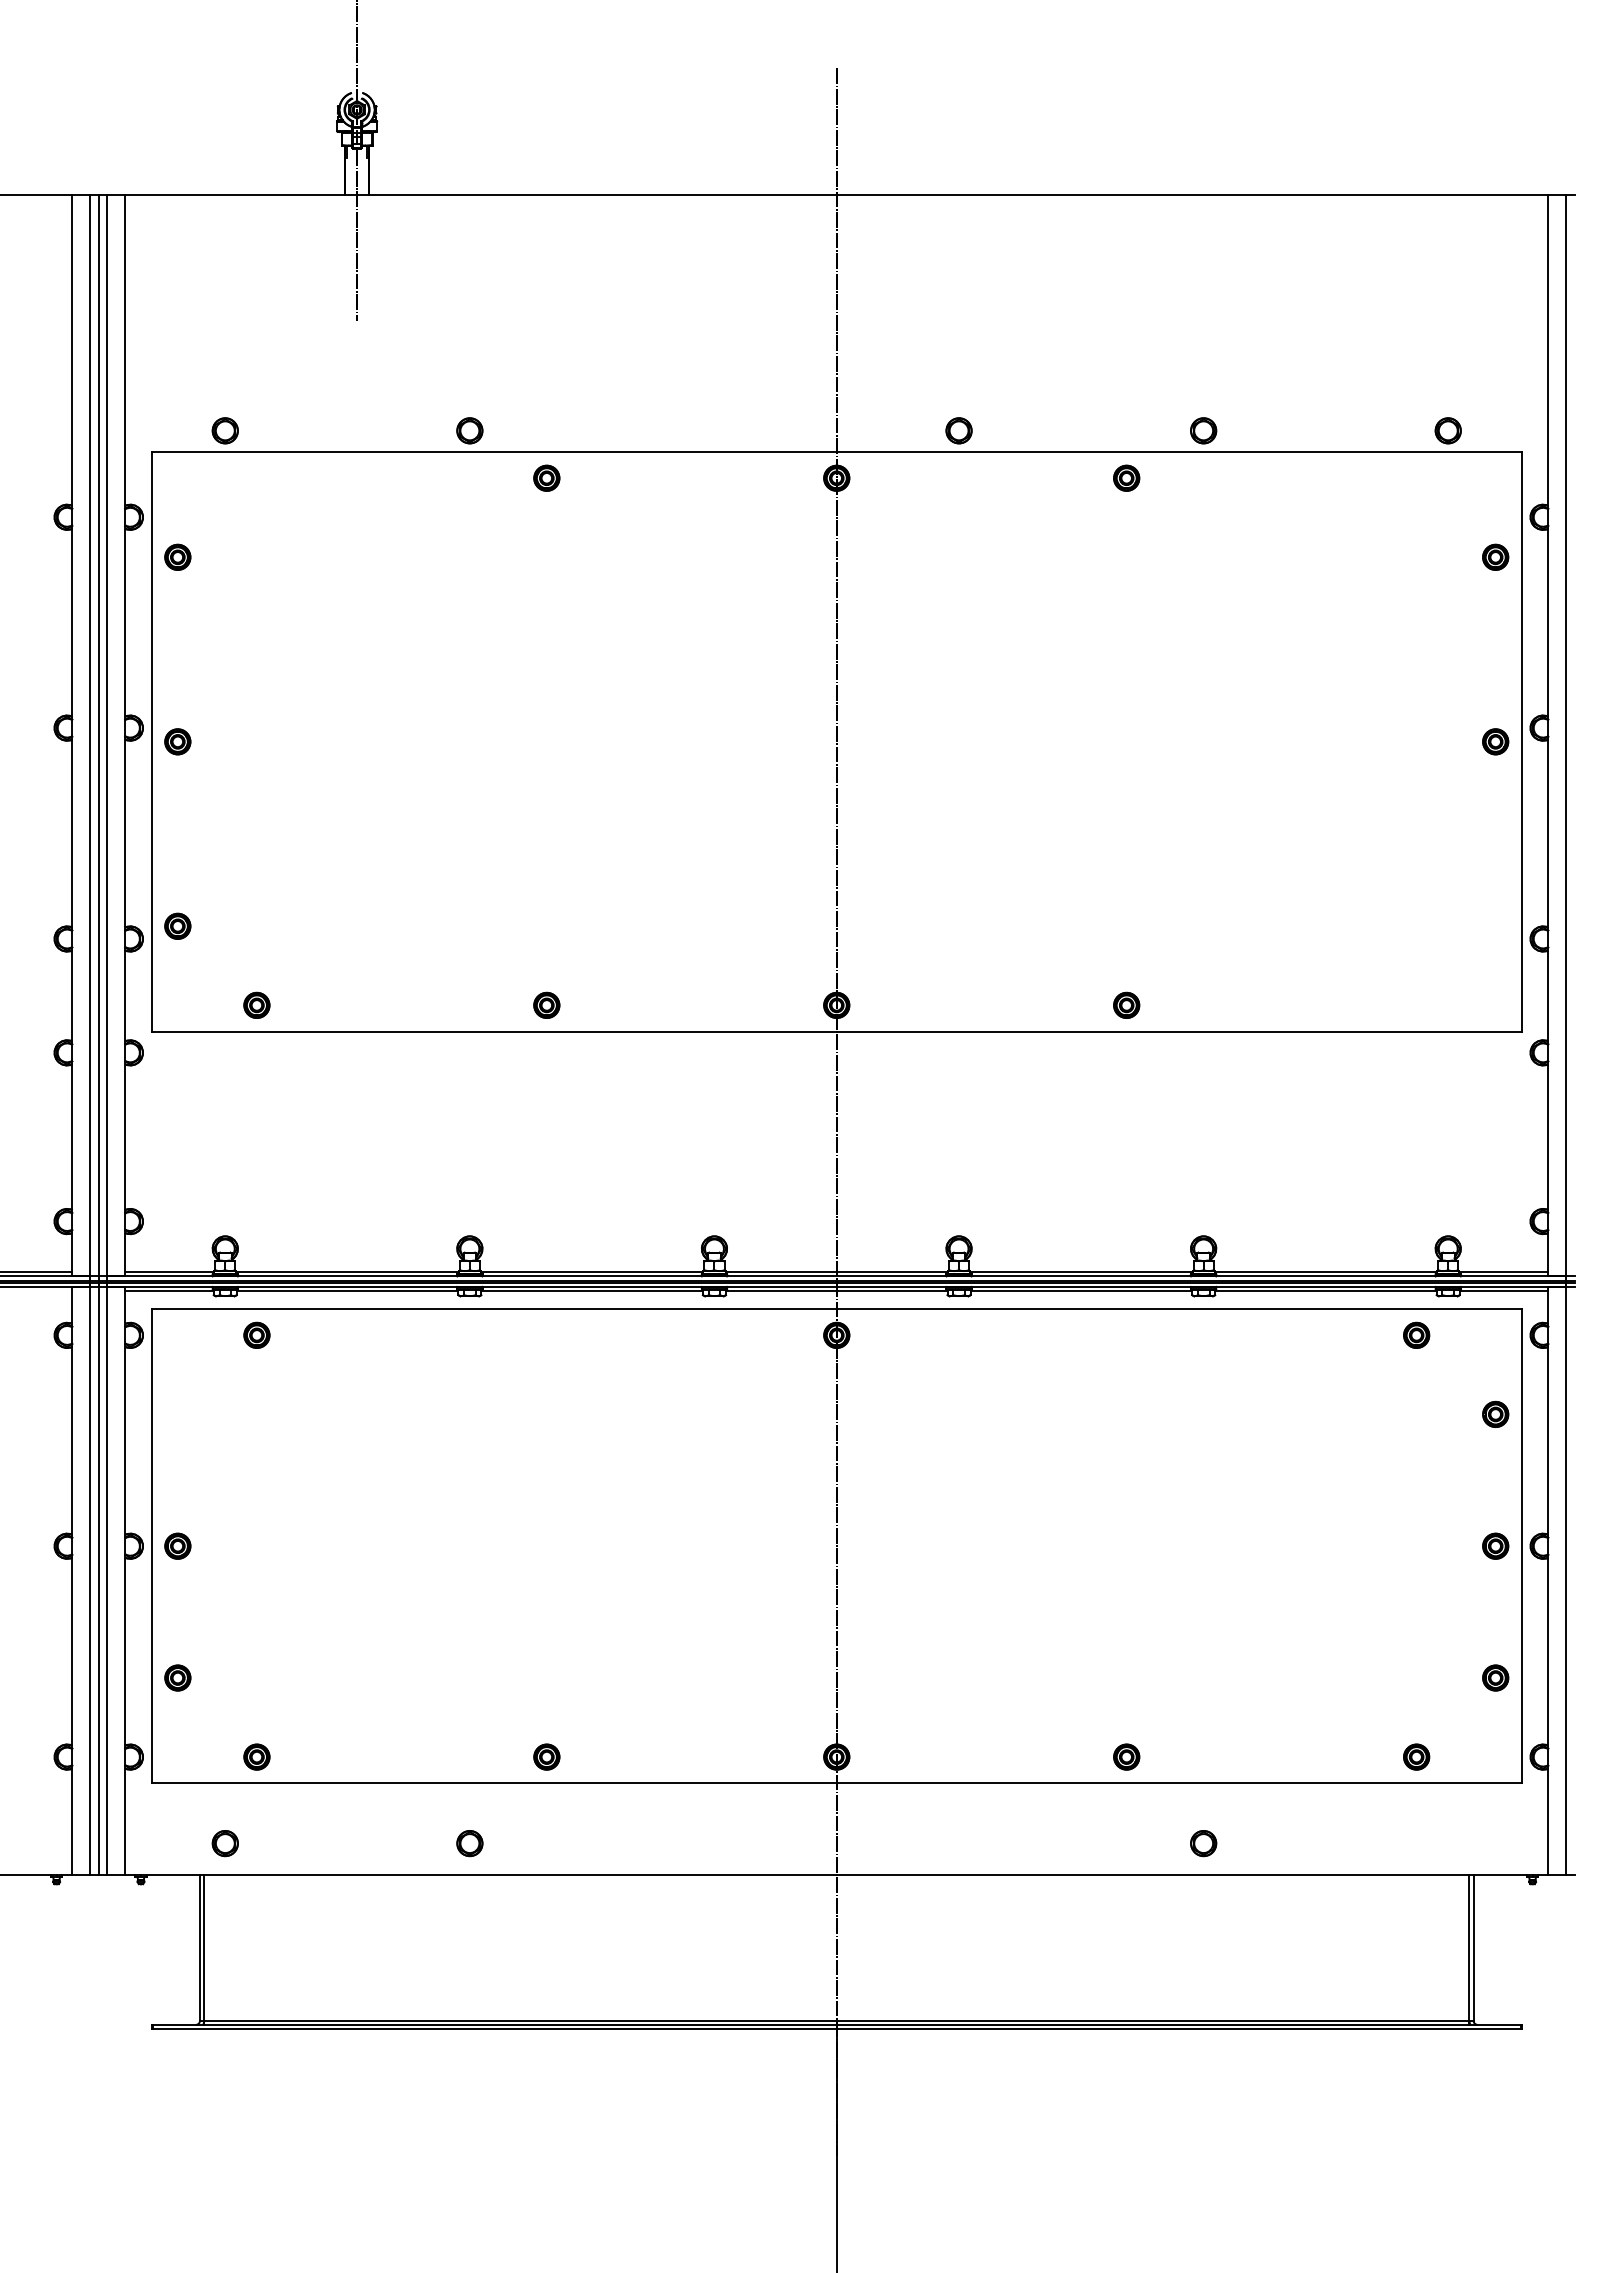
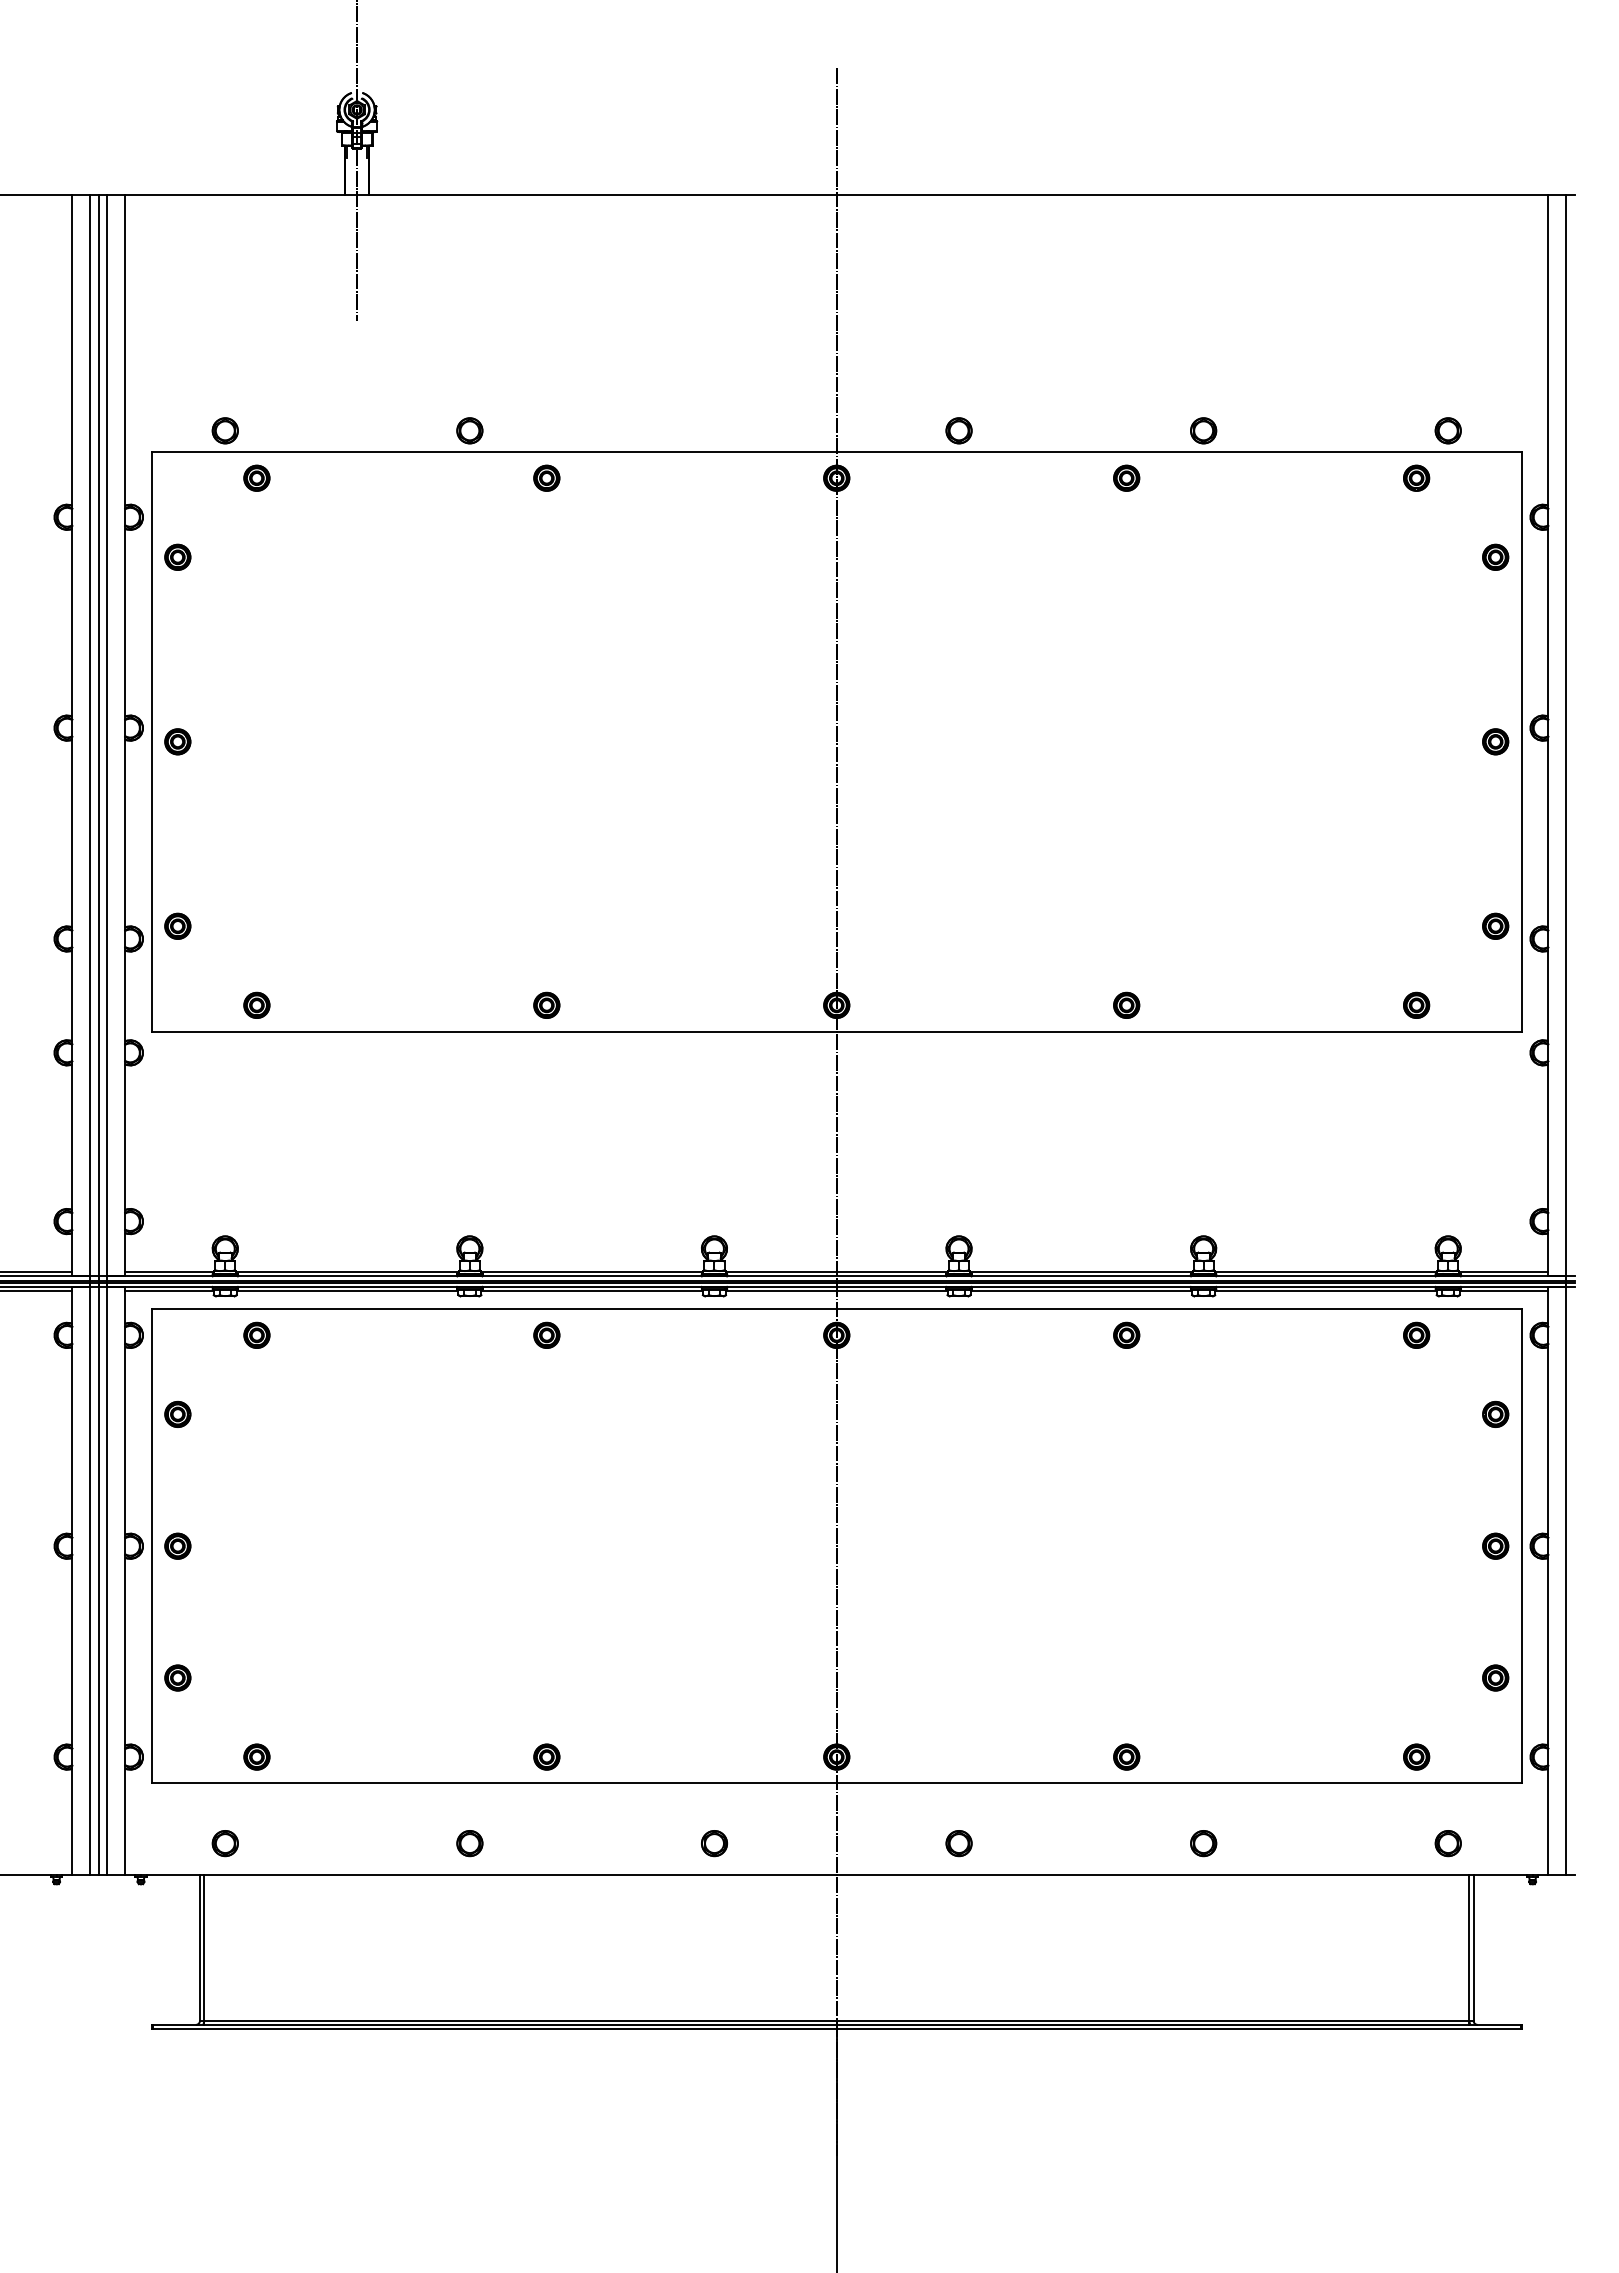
part at (256, 477): none -> present
part at (1416, 477): none -> present
part at (1495, 925): none -> present
part at (1416, 1004): none -> present
line at (37, 1291): none -> present
part at (546, 1334): none -> present
part at (1126, 1334): none -> present
part at (177, 1414): none -> present
part at (714, 1843): none -> present
part at (958, 1843): none -> present
part at (1447, 1843): none -> present
